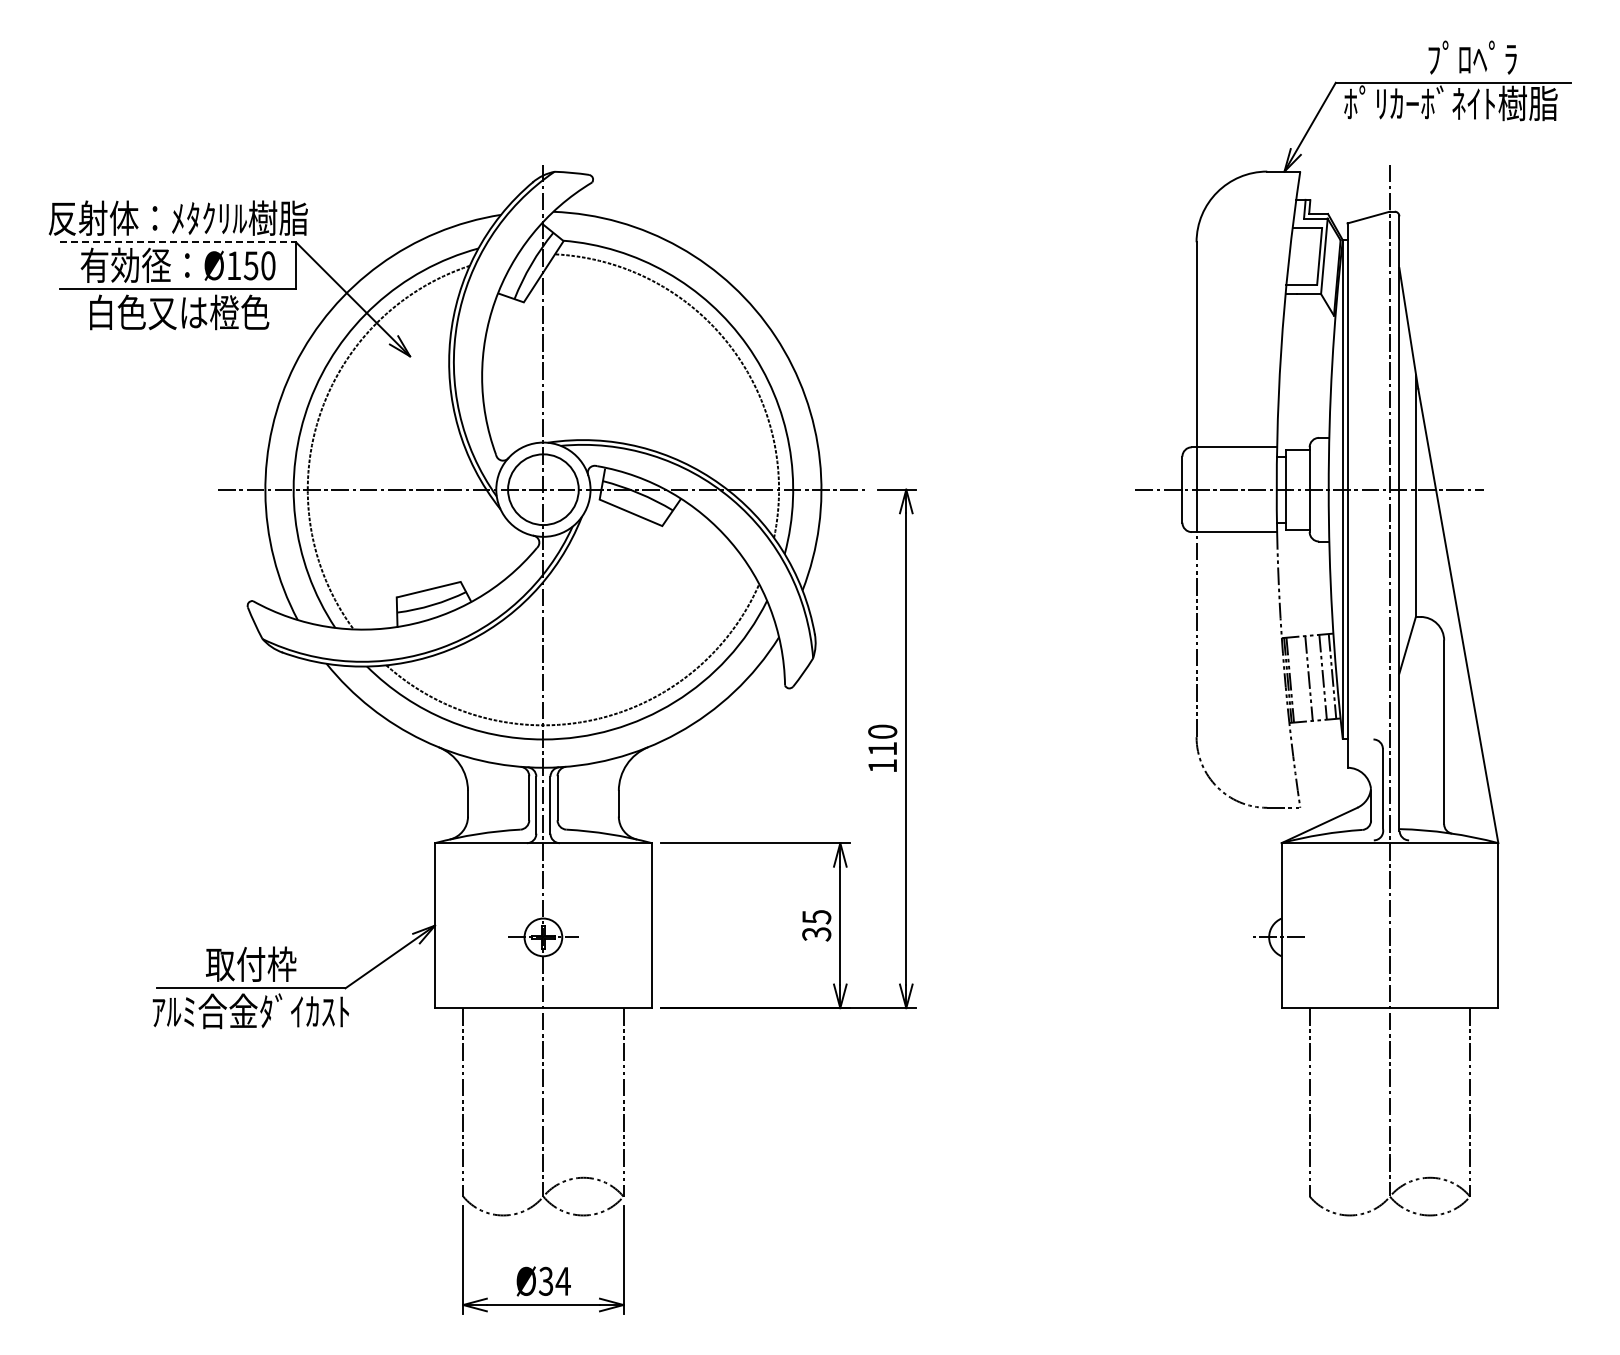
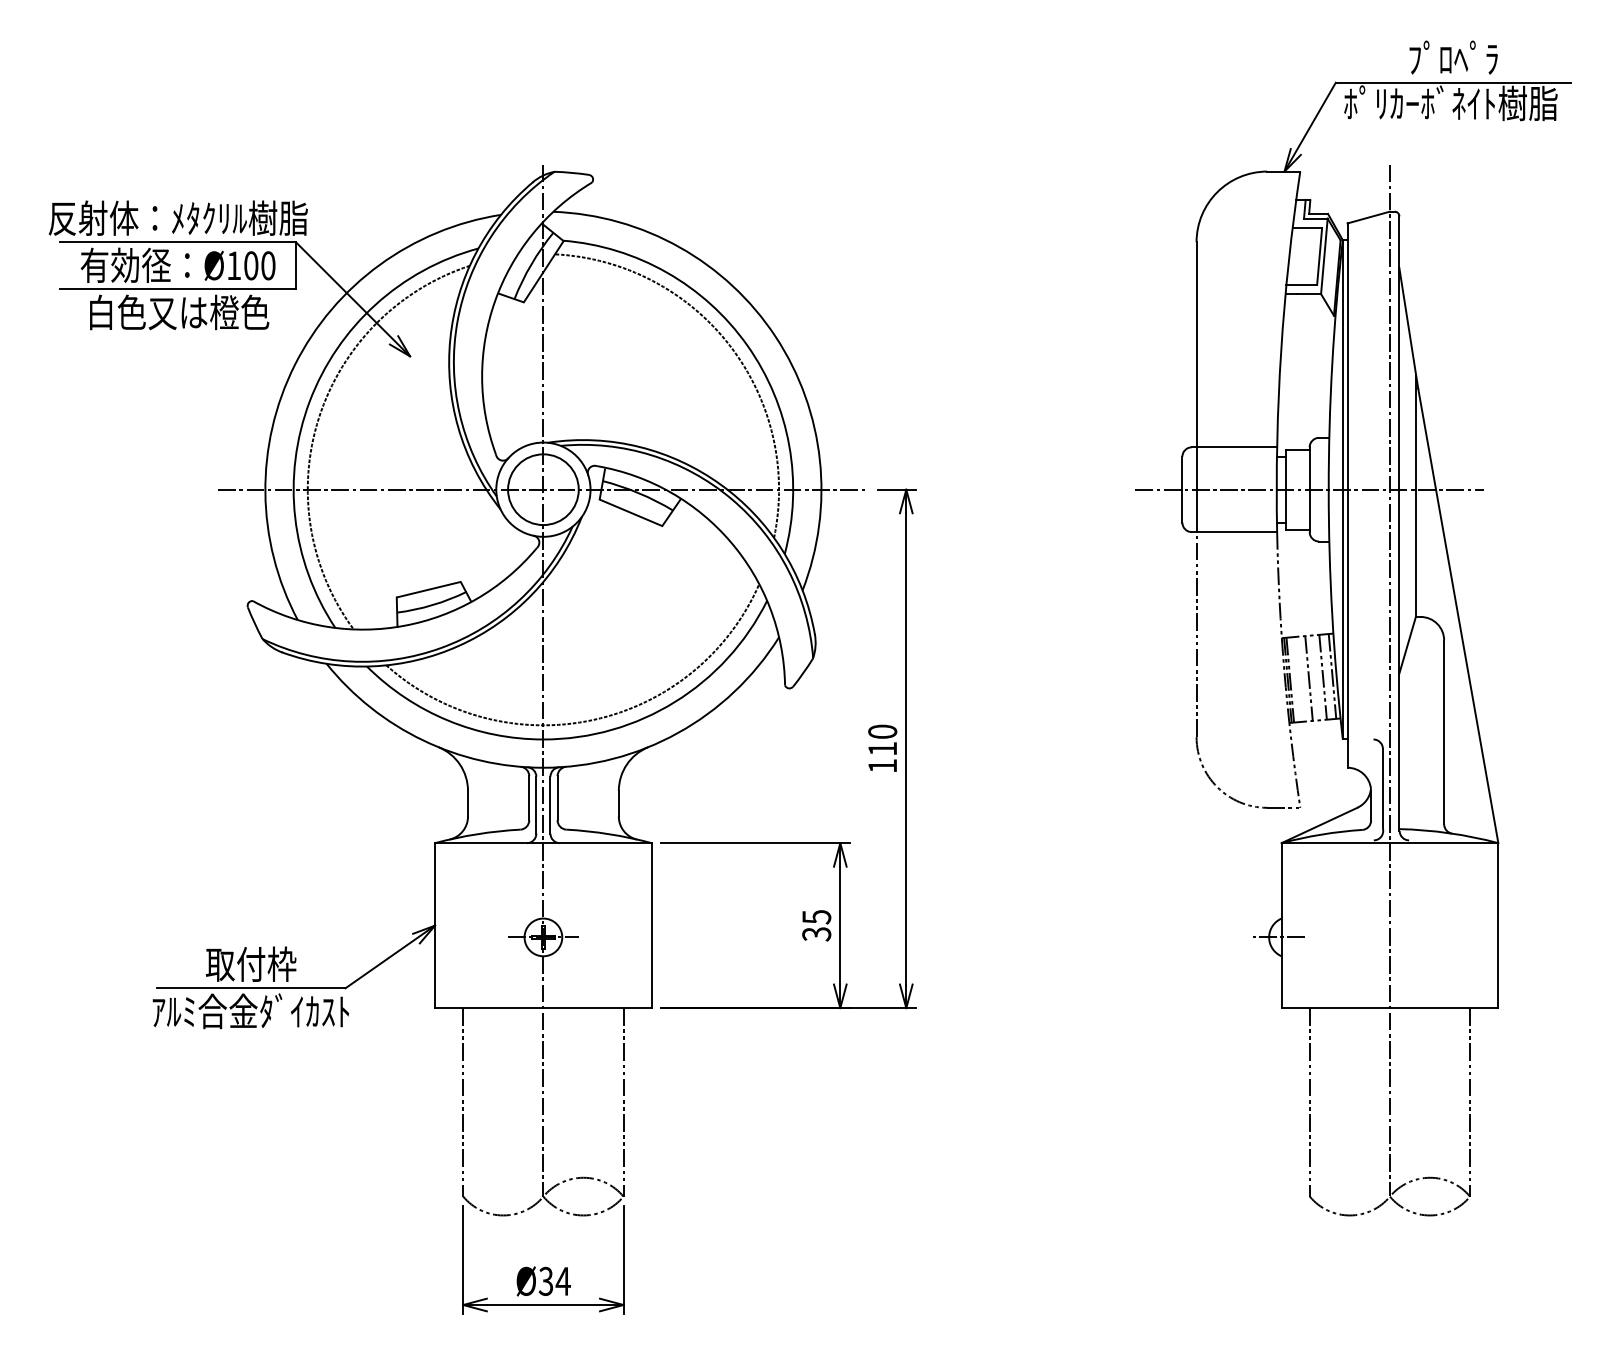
text at (1472, 57) position: (1472, 57) -> (1453, 57)
line at (178, 242): dashed -> solid
text at (250, 265): Ø150 -> Ø100
